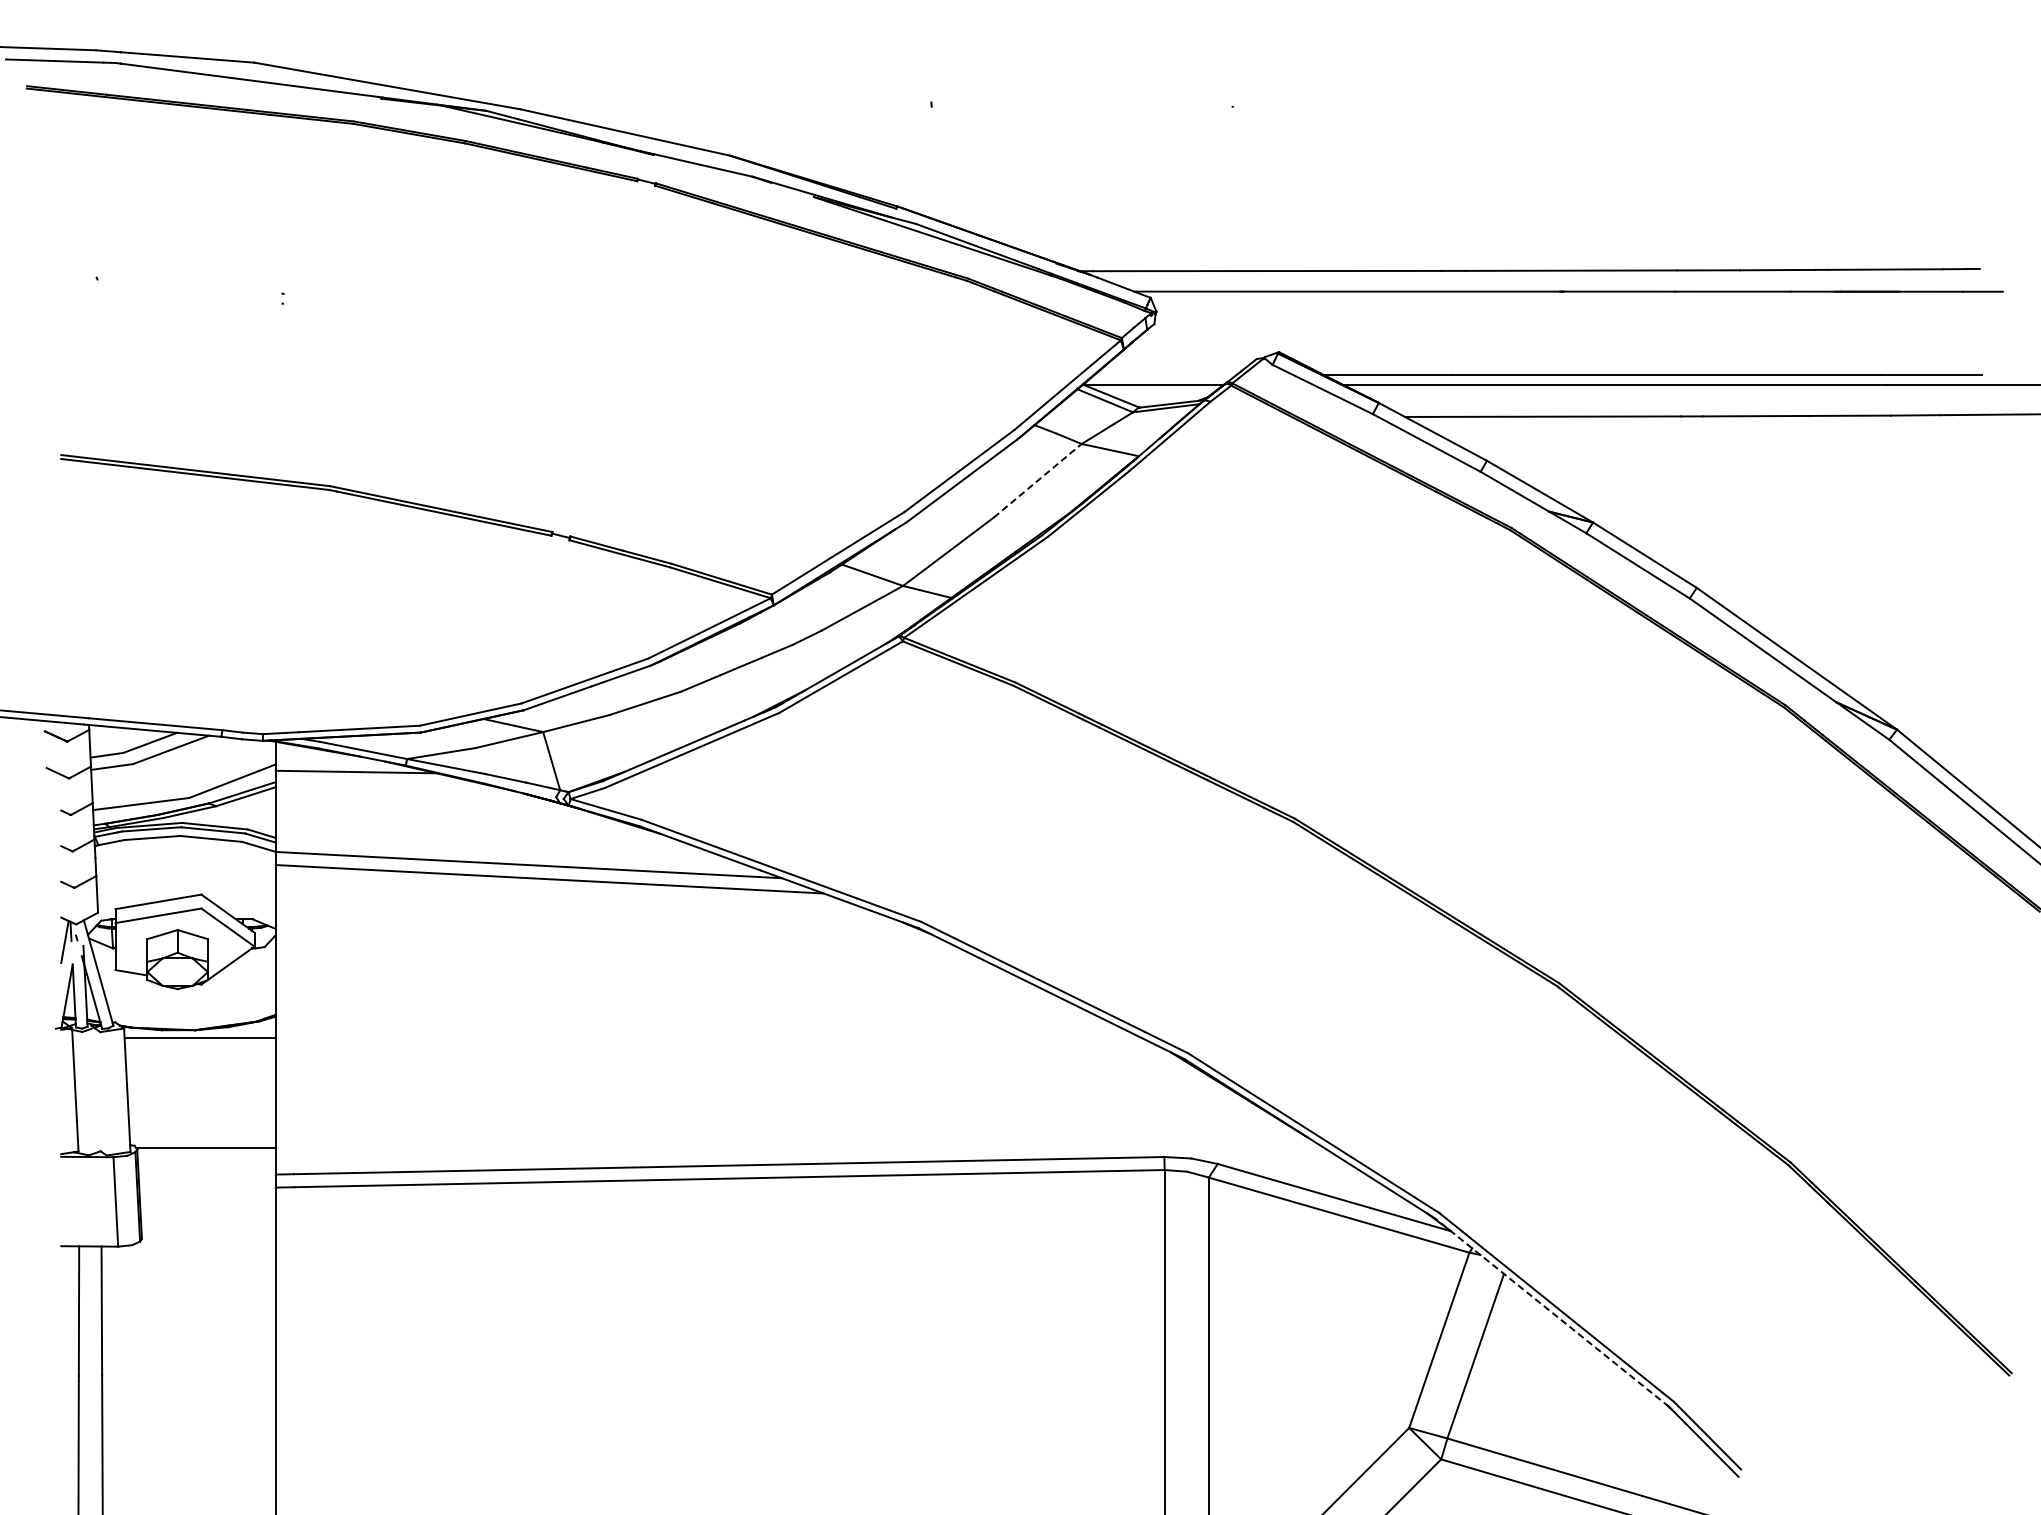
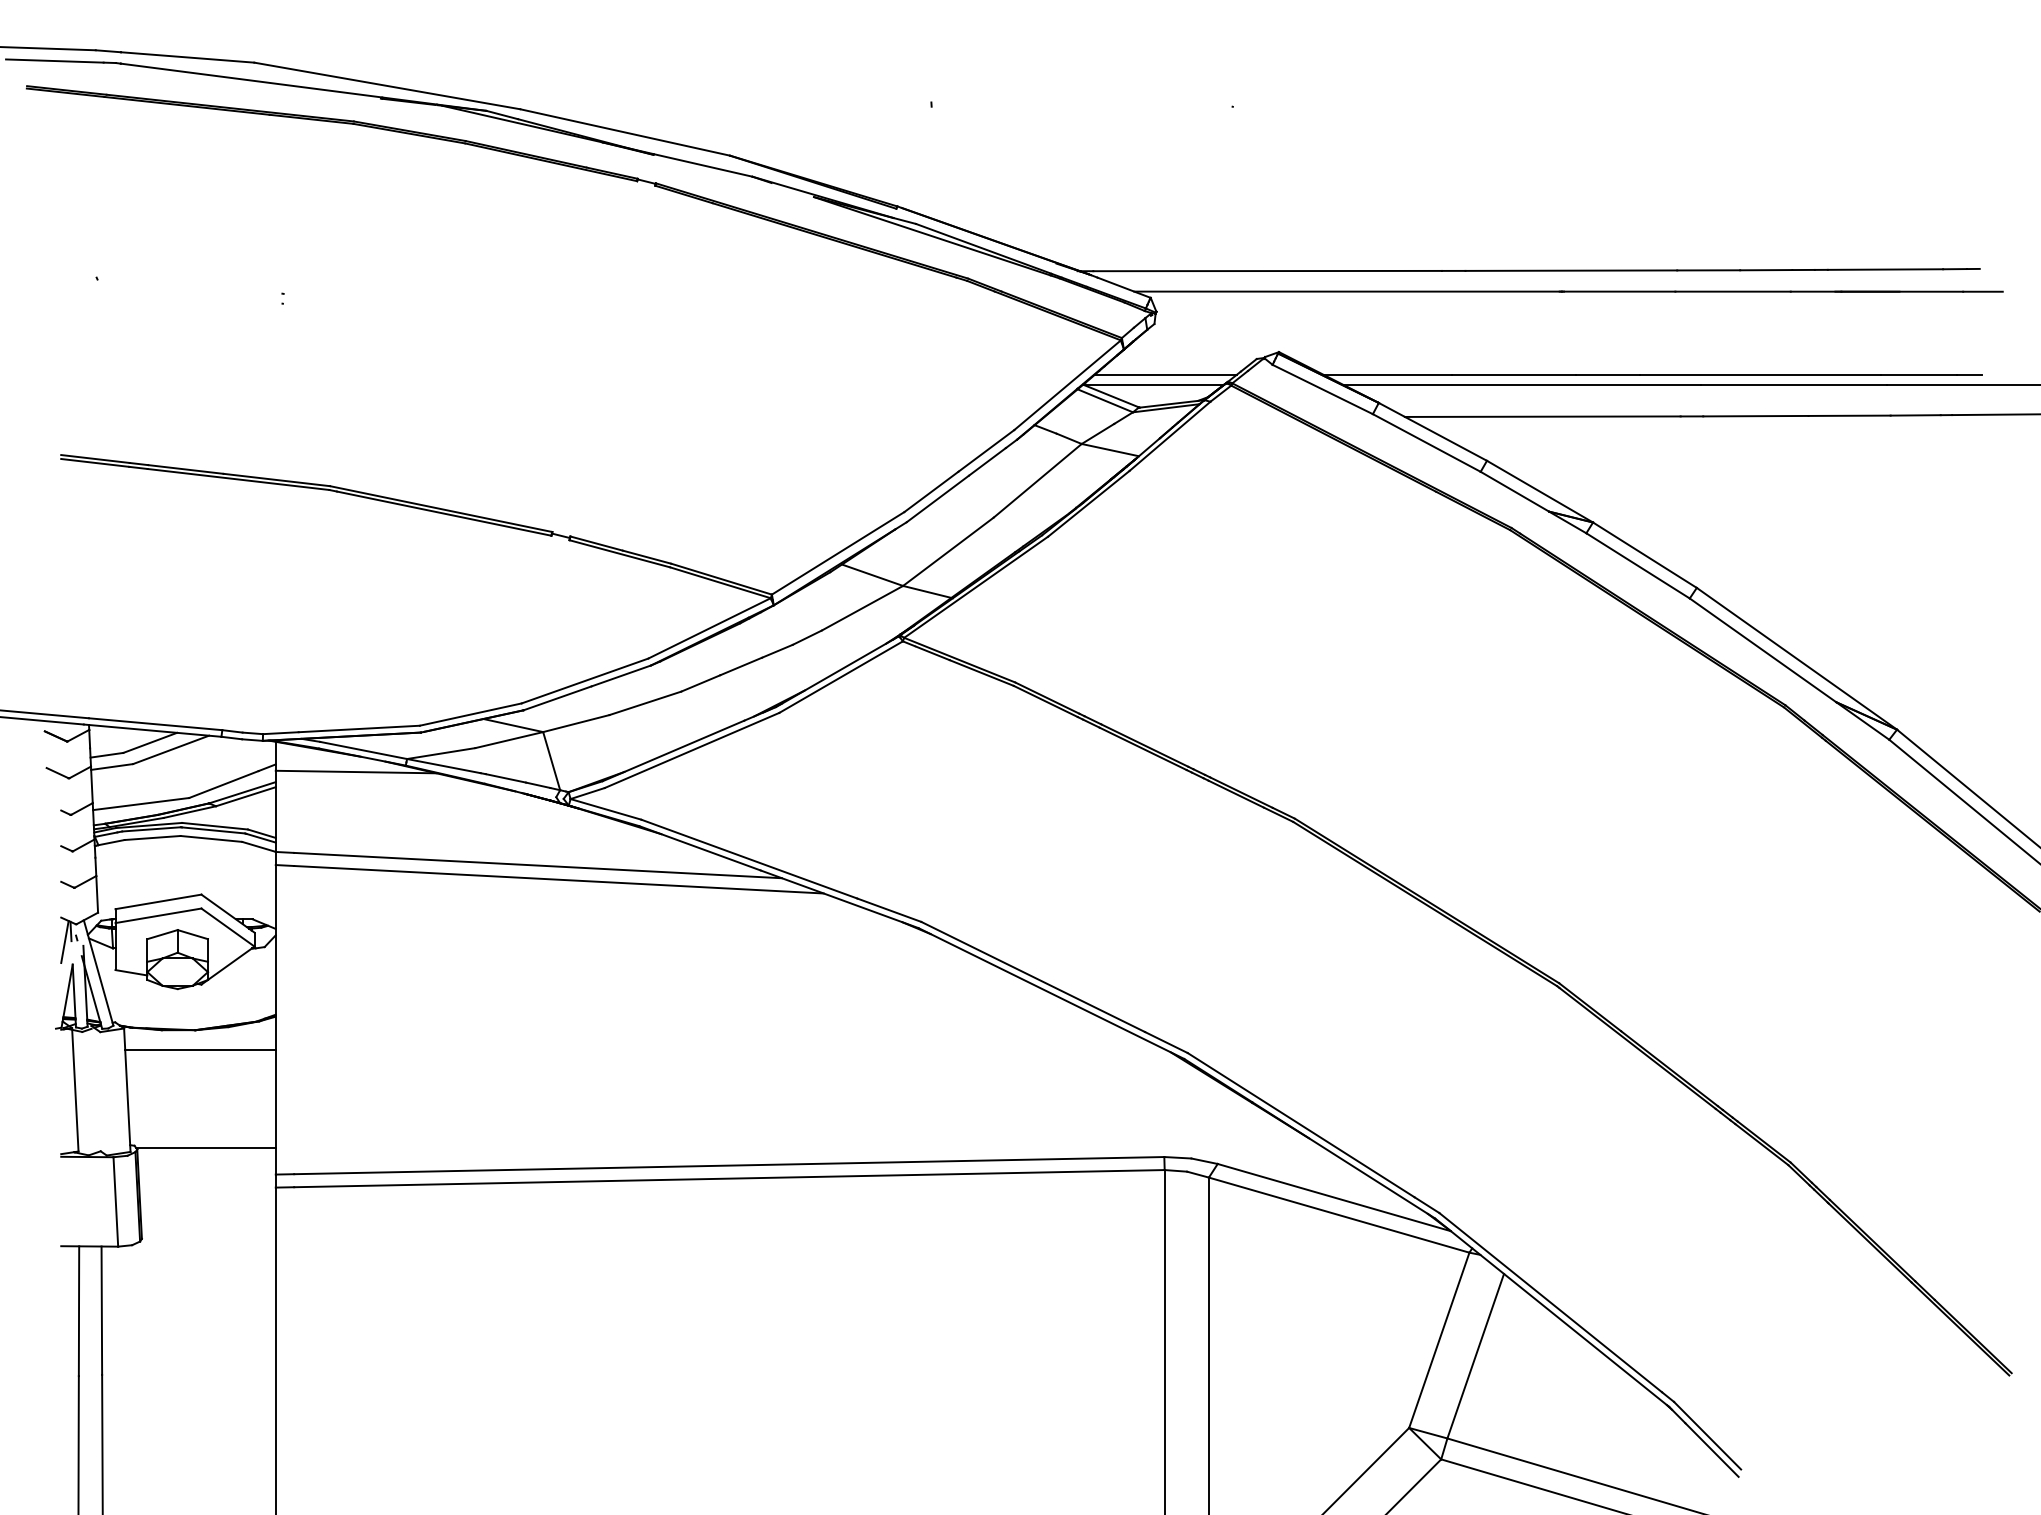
line at (1165, 374): none -> present
line at (1038, 480): dashed -> solid
line at (200, 1038) position: (200, 1038) -> (200, 1050)
line at (1551, 1312): dashed -> solid
